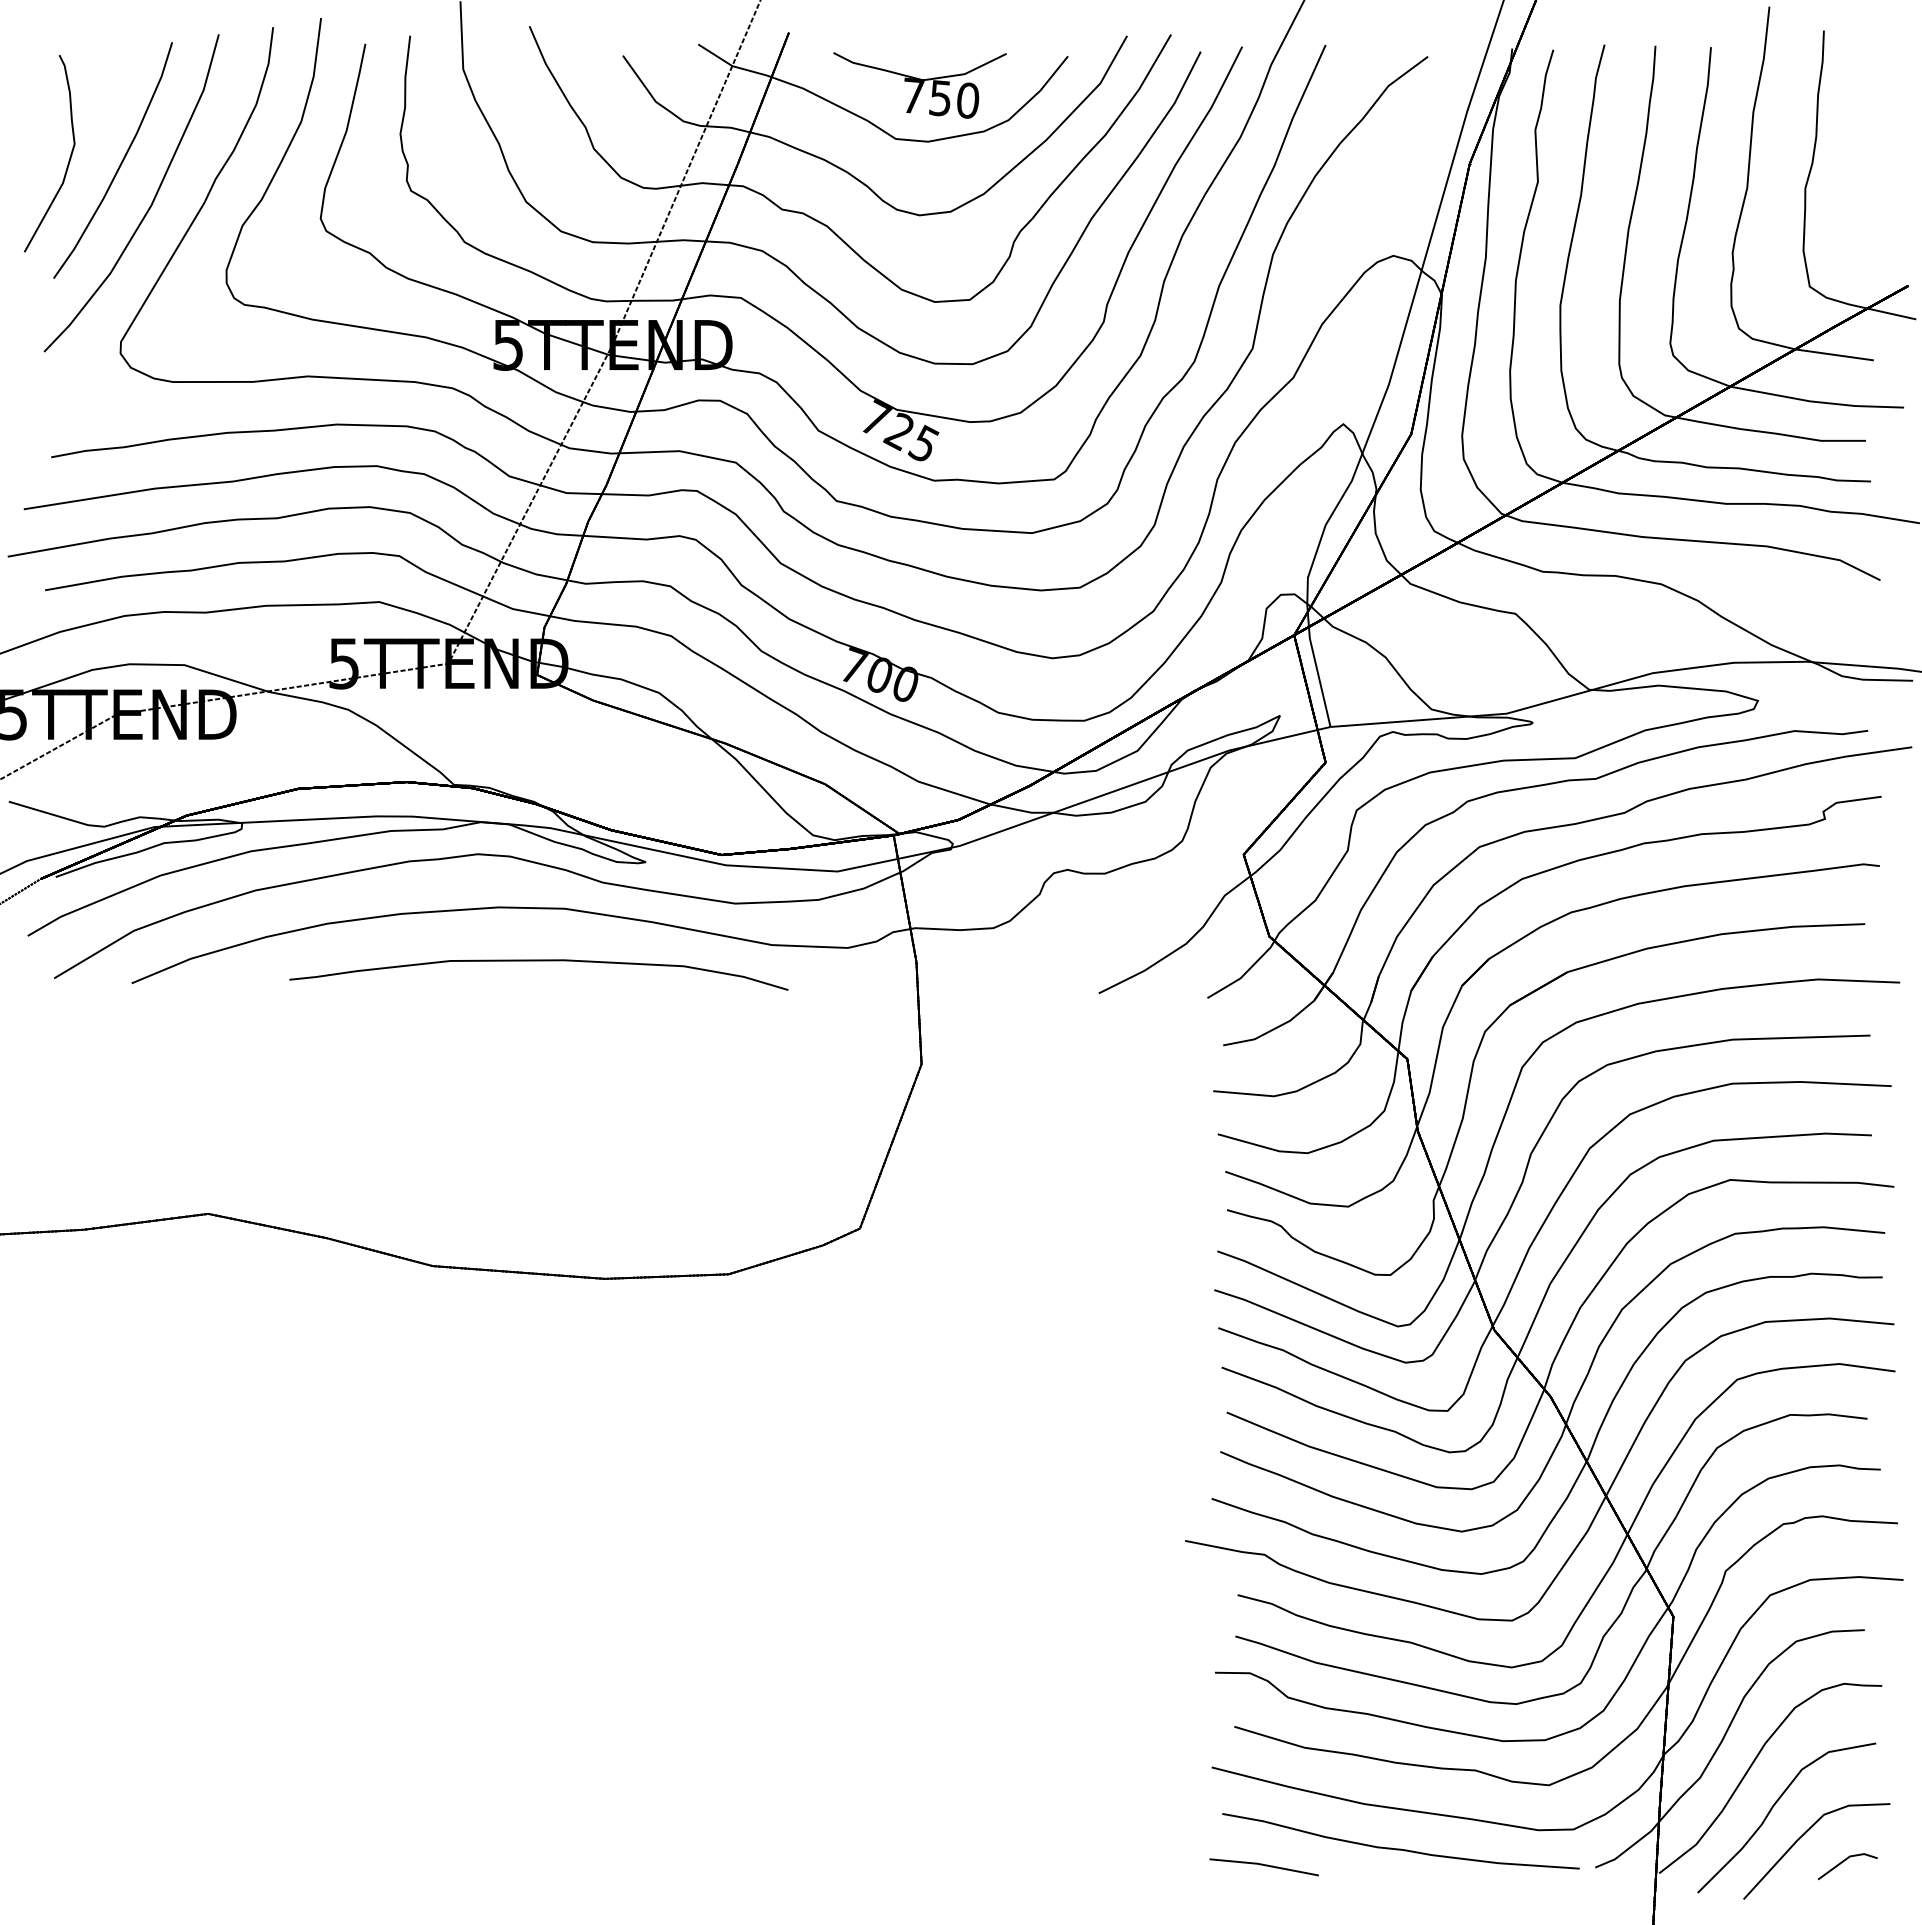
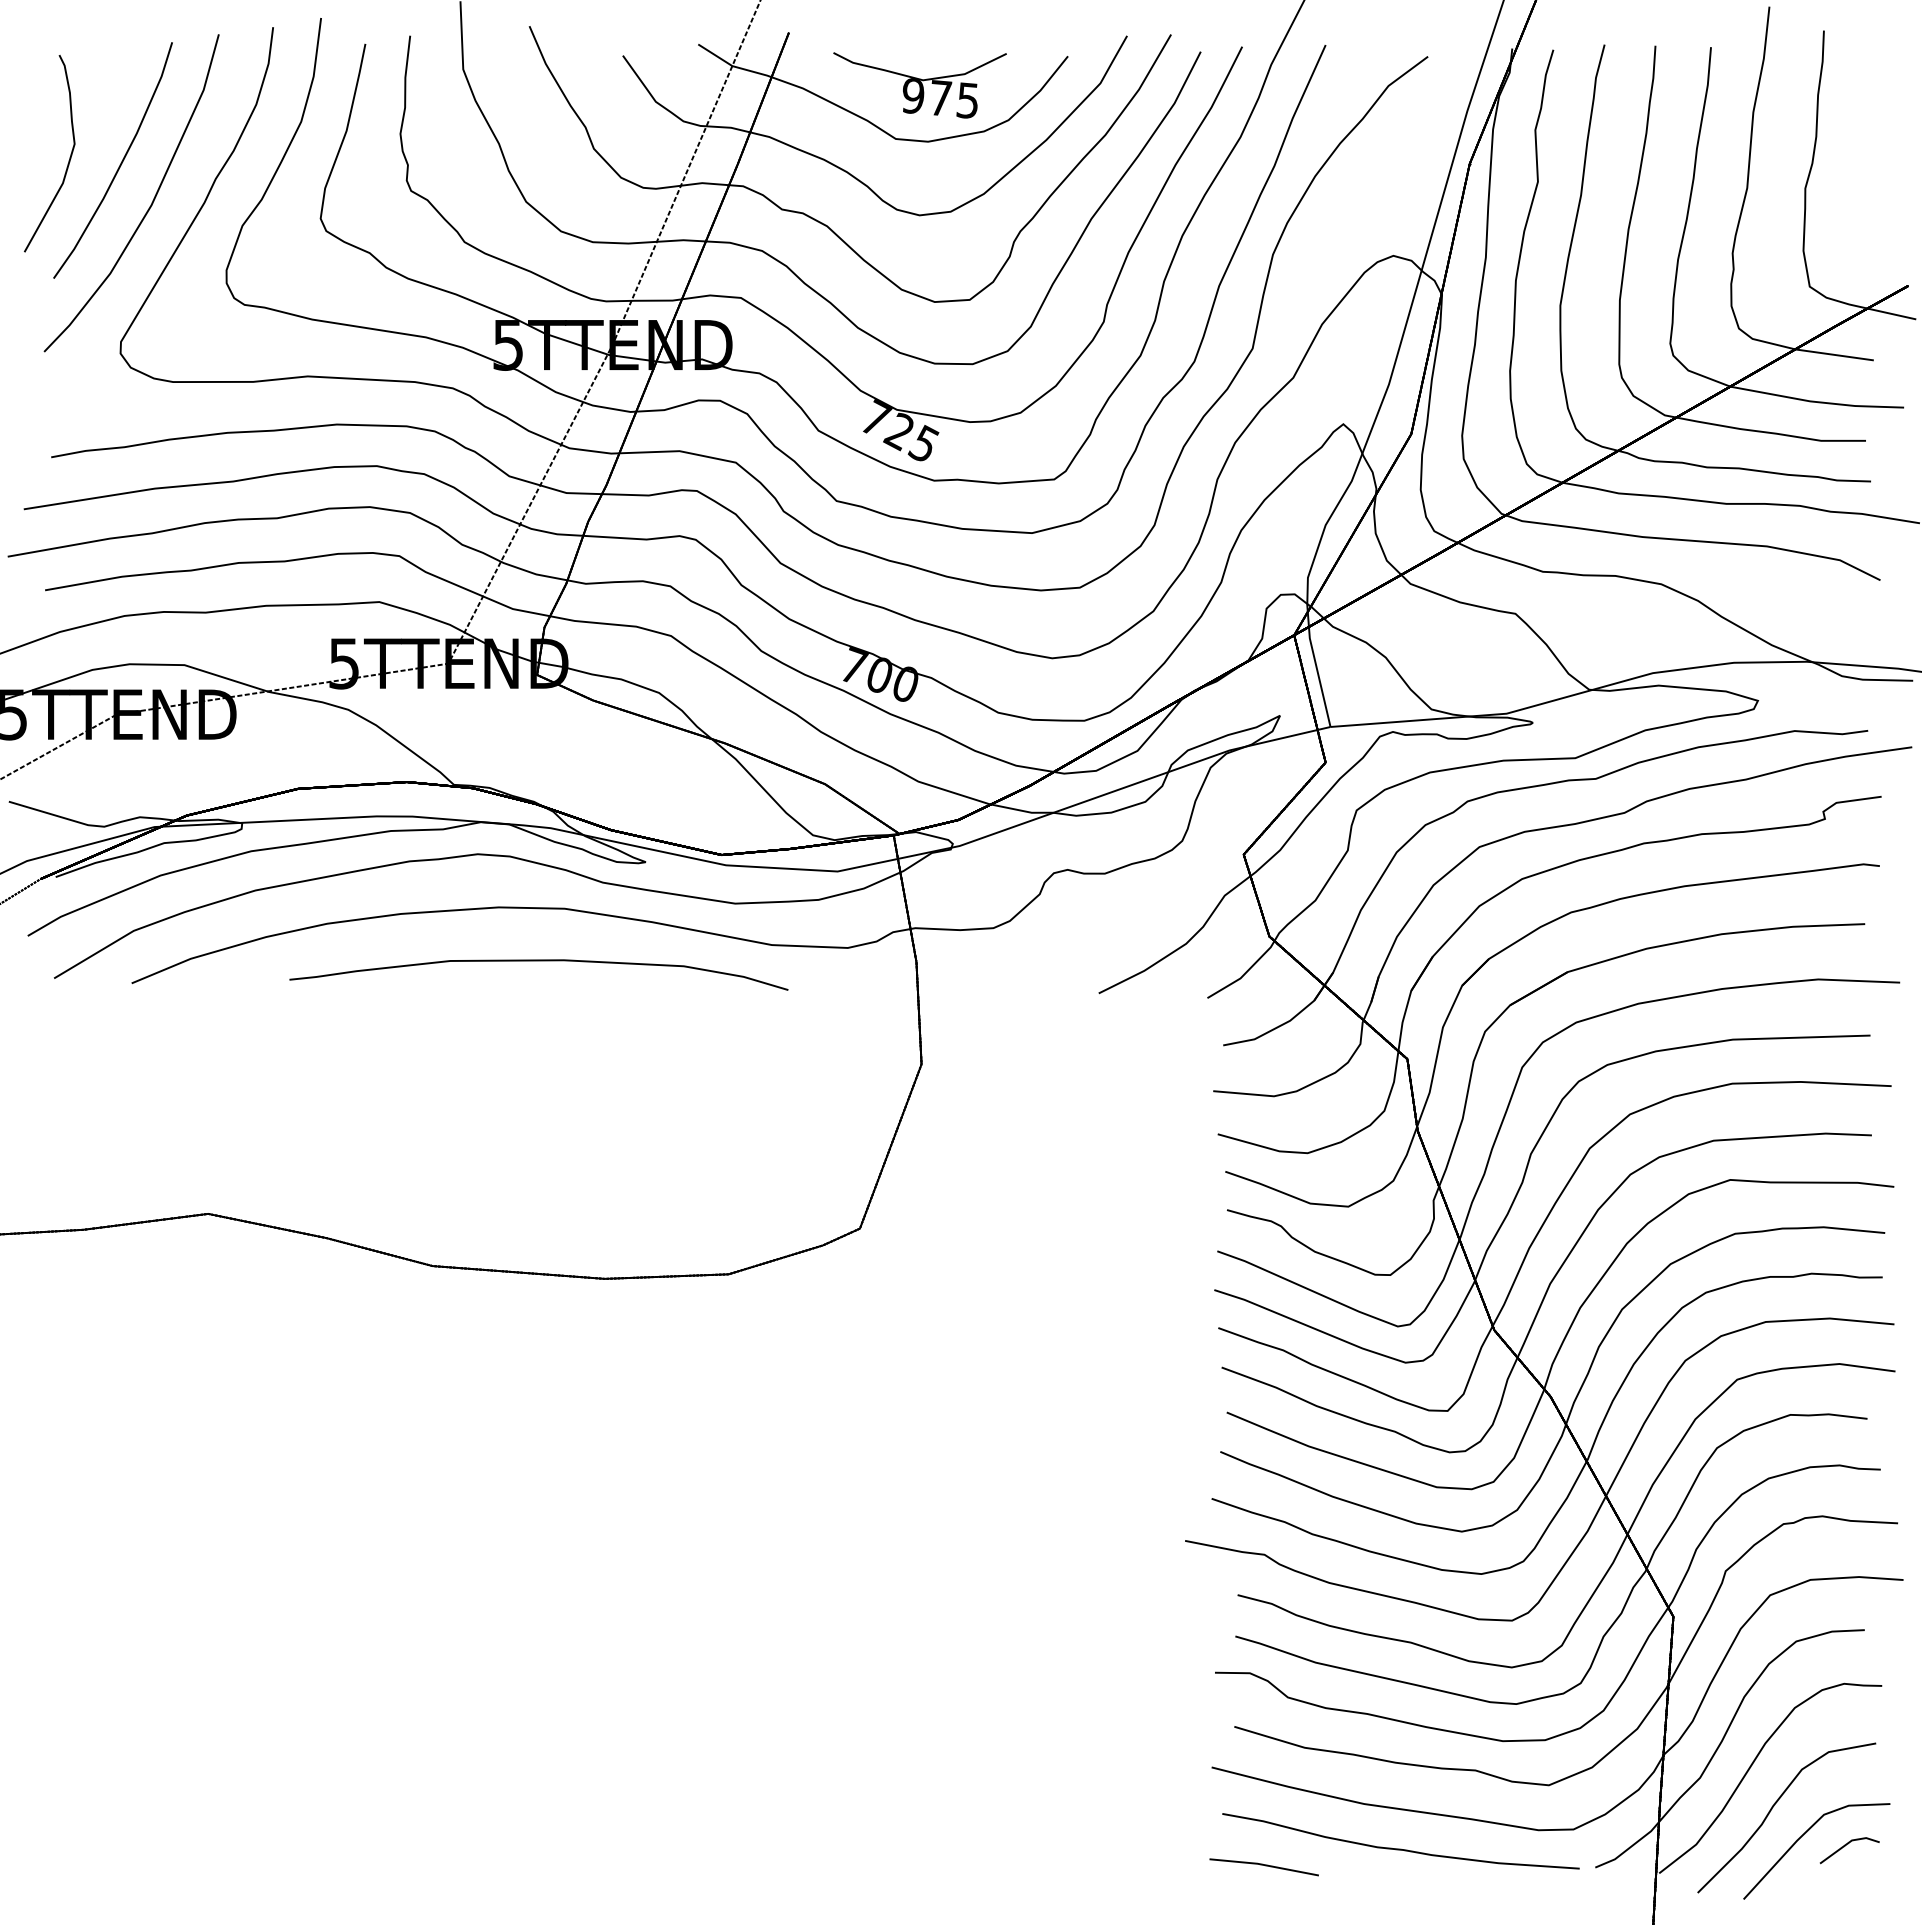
text at (941, 97): 750 -> 975
line at (1843, 1862) position: (1843, 1862) -> (1845, 1846)
